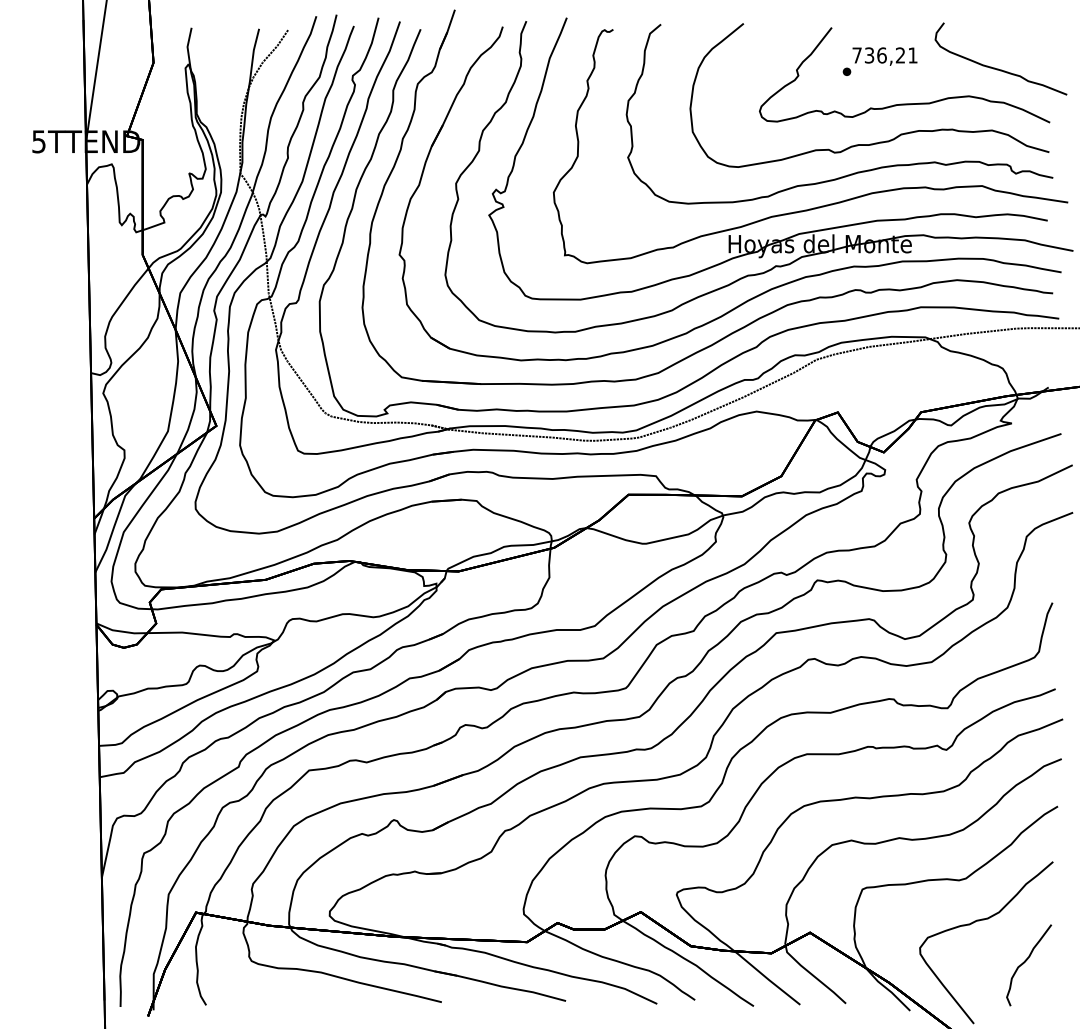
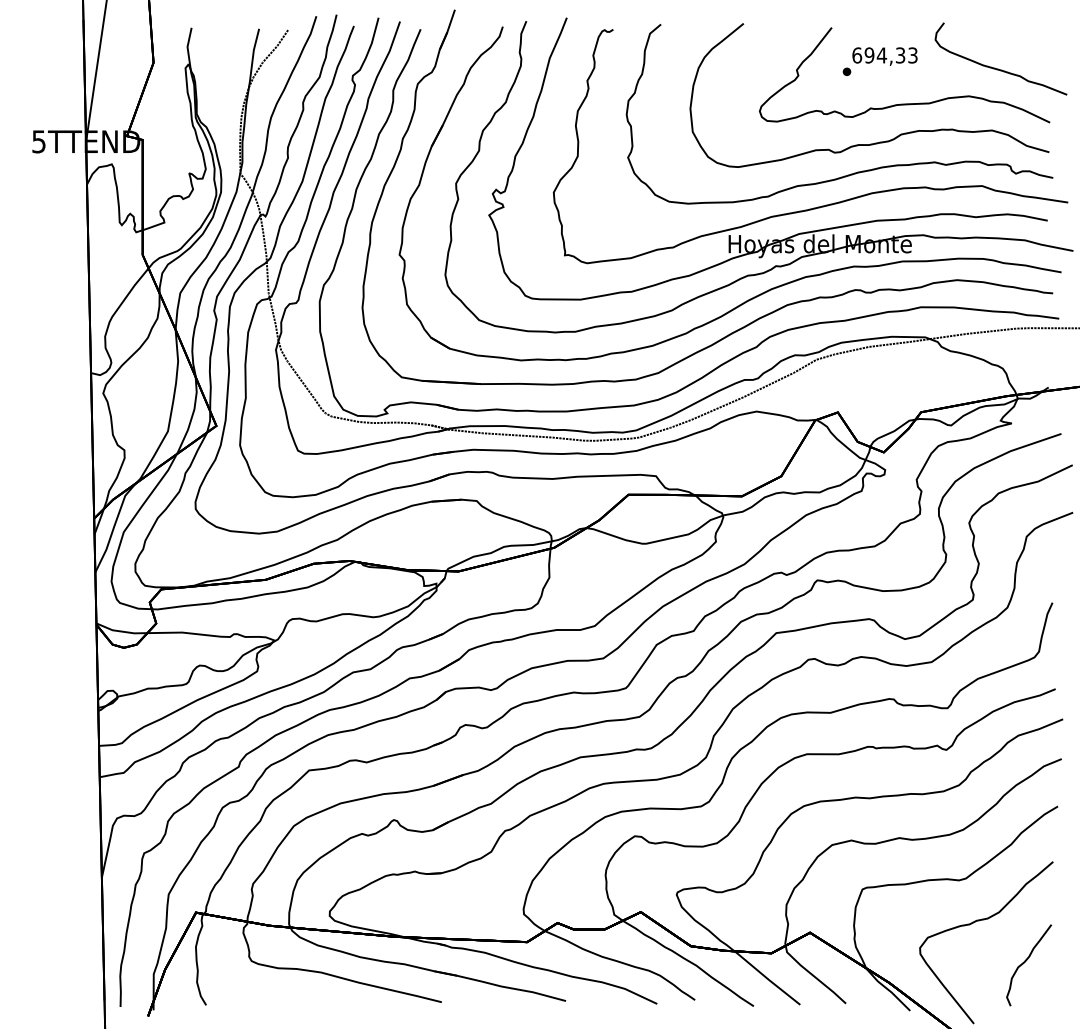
text at (884, 55): 736,21 -> 694,33
